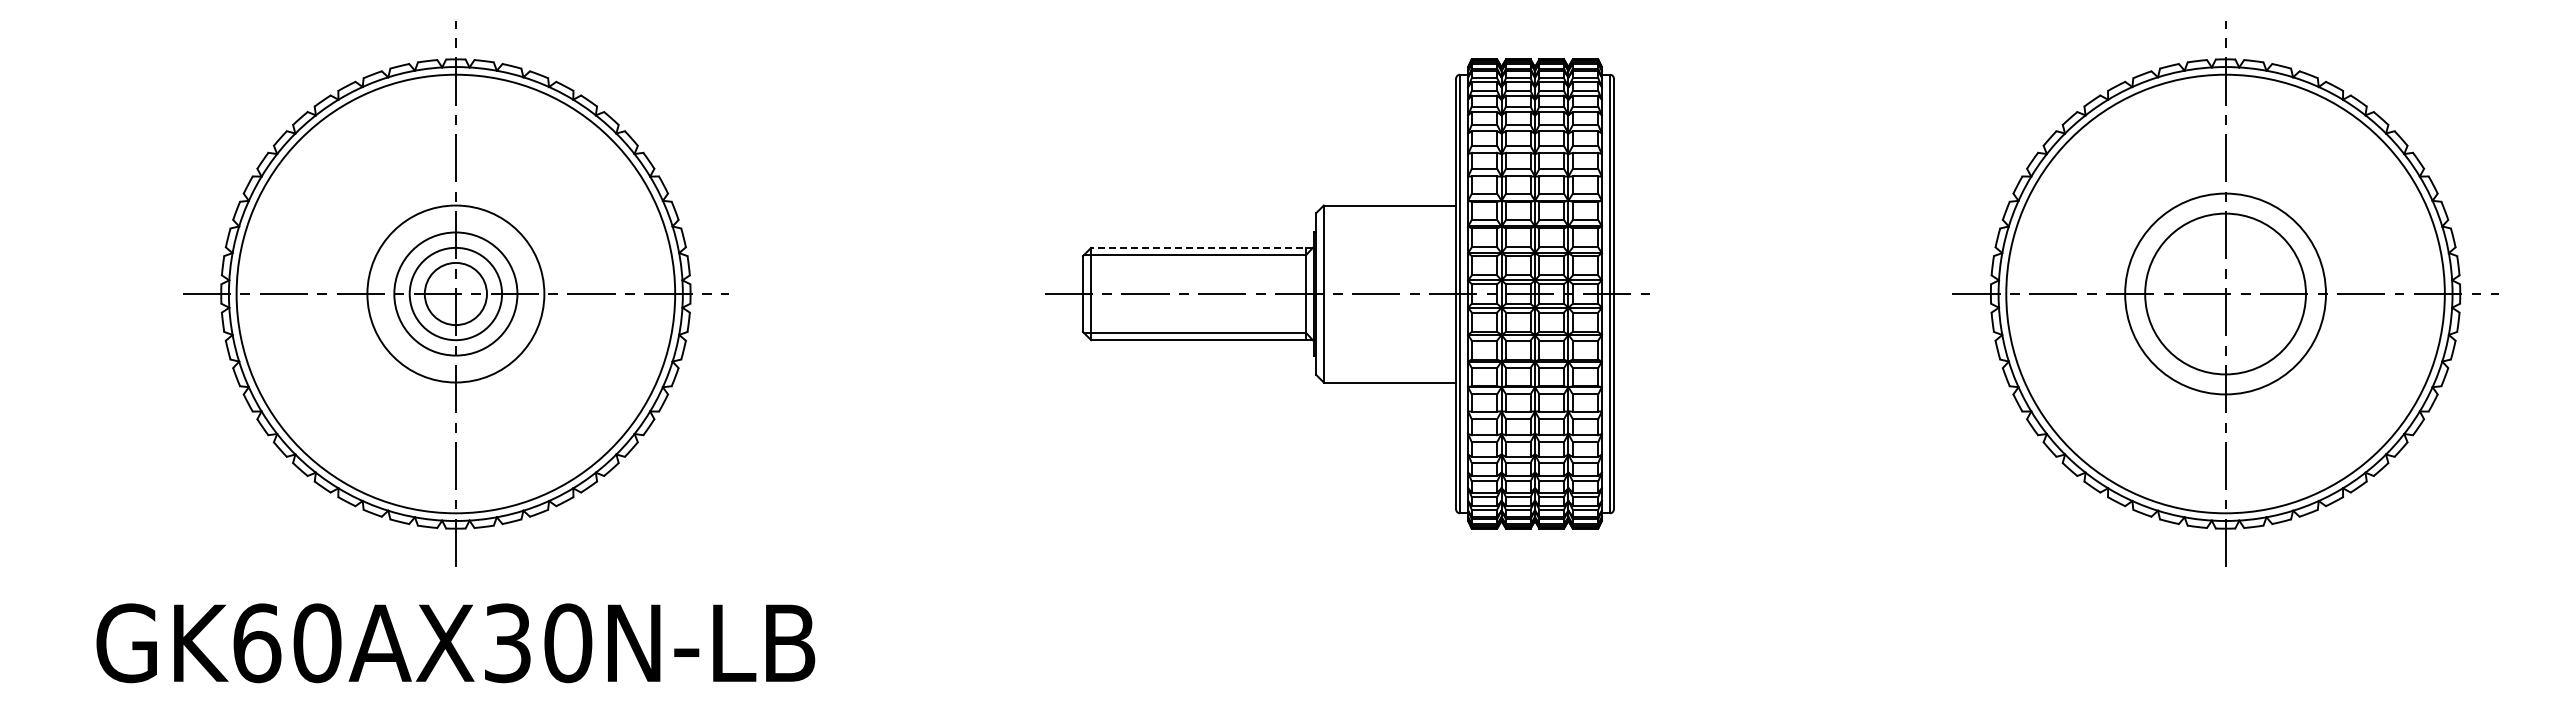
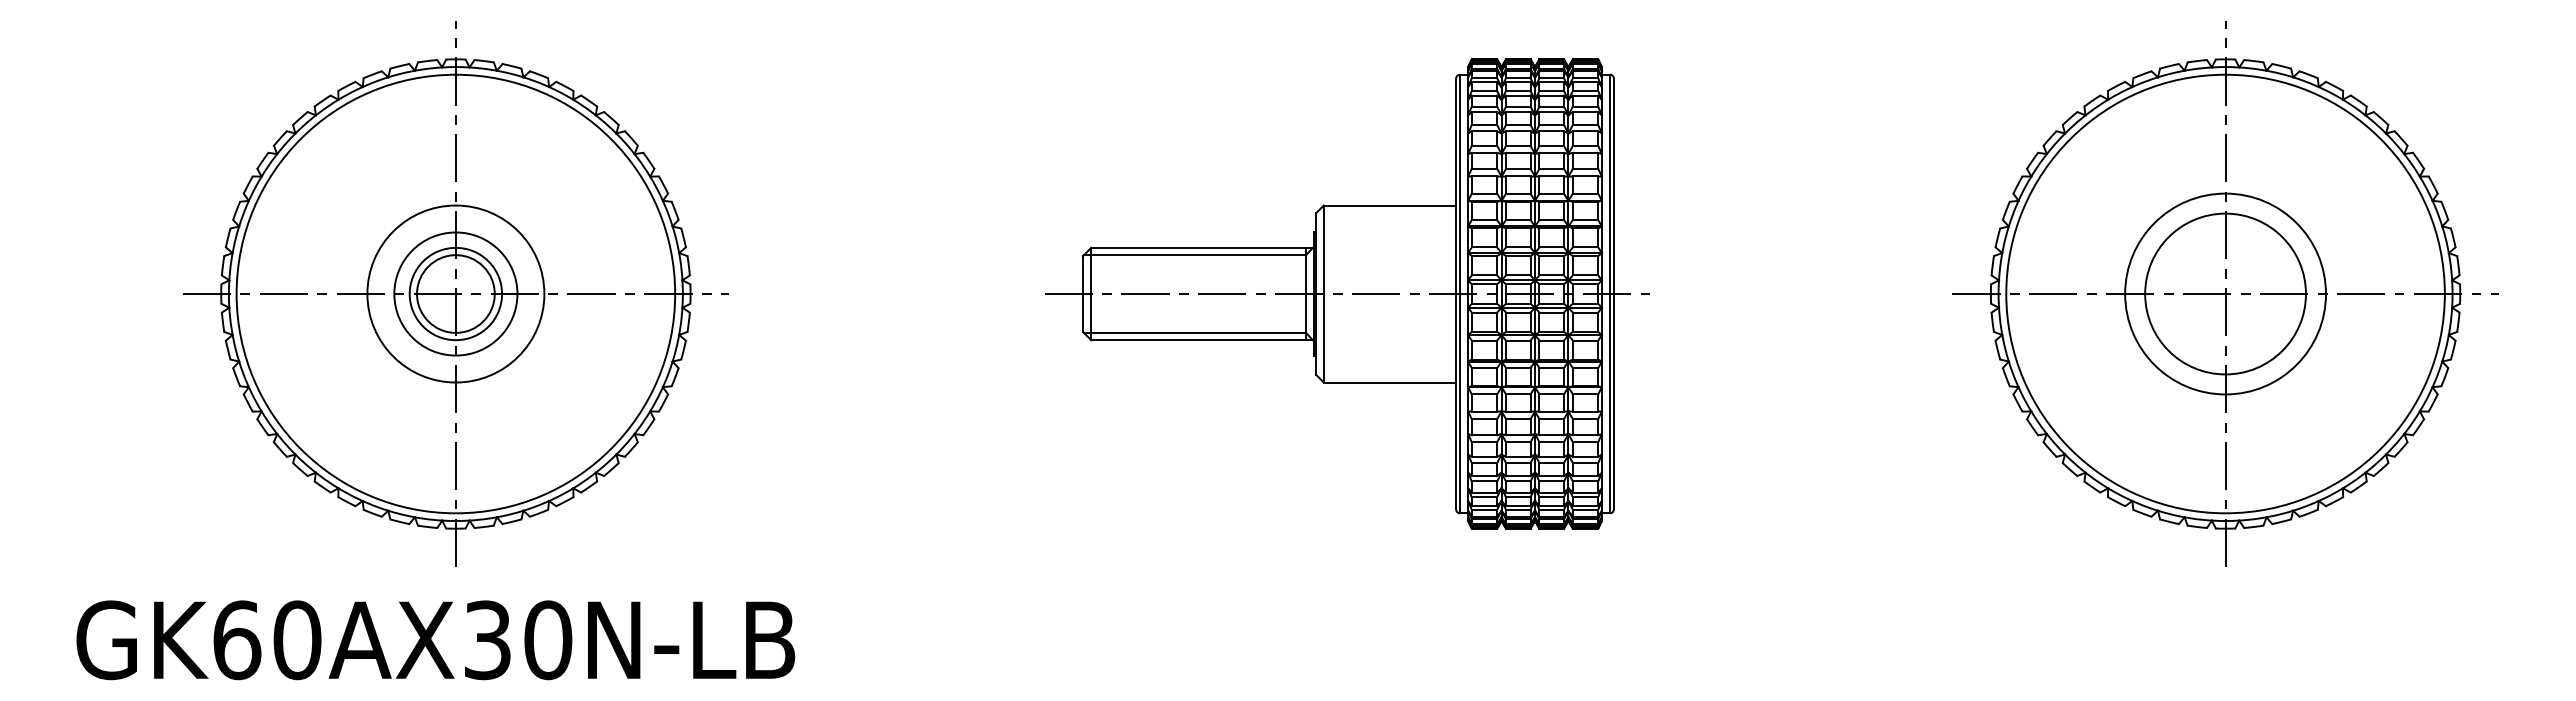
line at (1202, 247): dashed -> solid
circle at (455, 293) diameter: 62 px -> 78 px
text at (455, 643) position: (455, 643) -> (435, 640)
